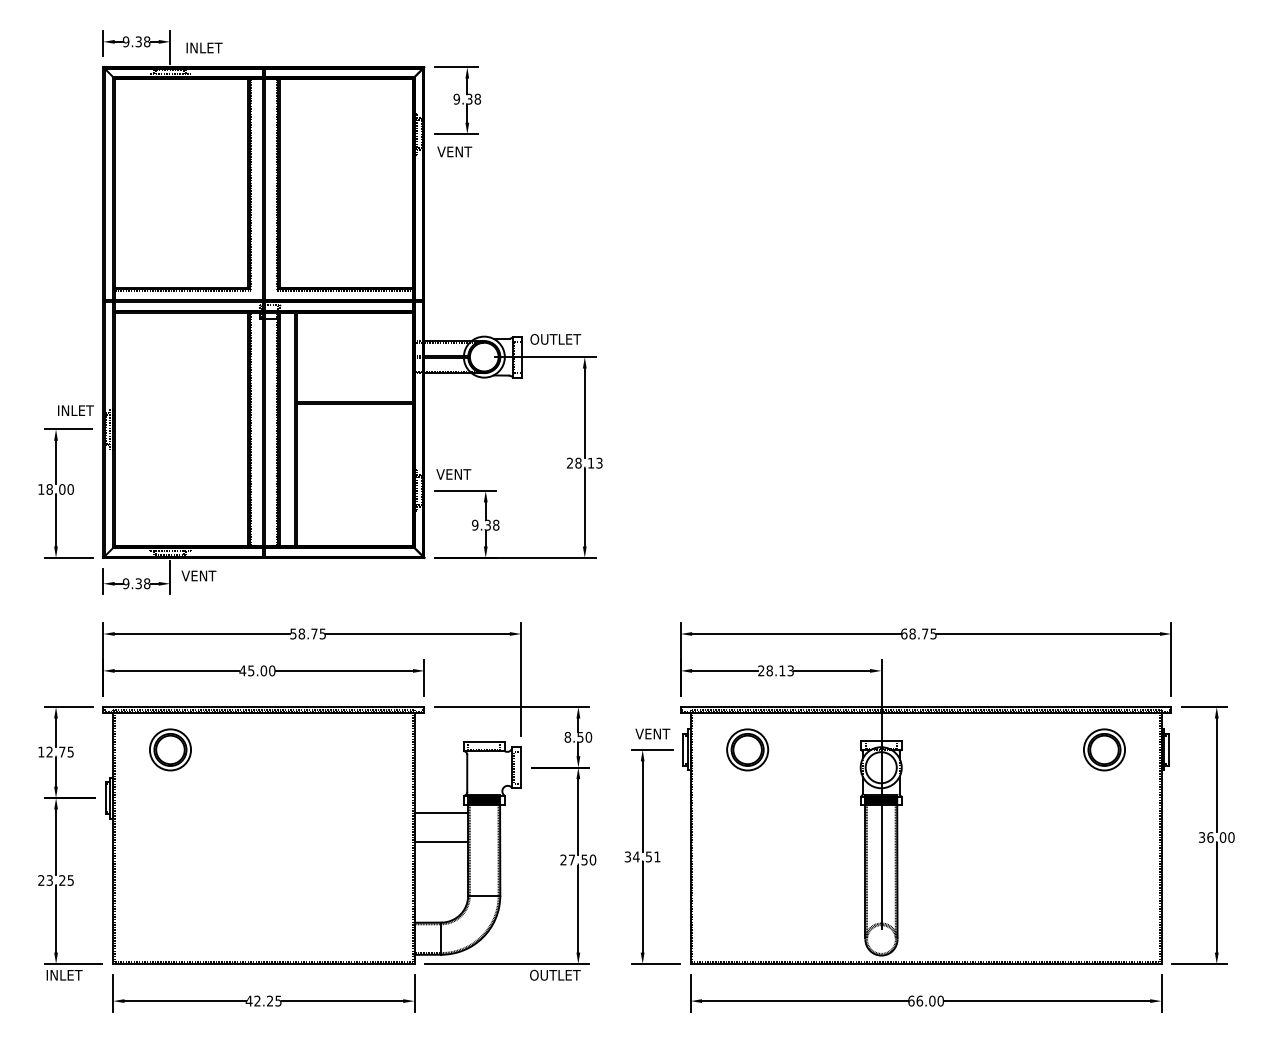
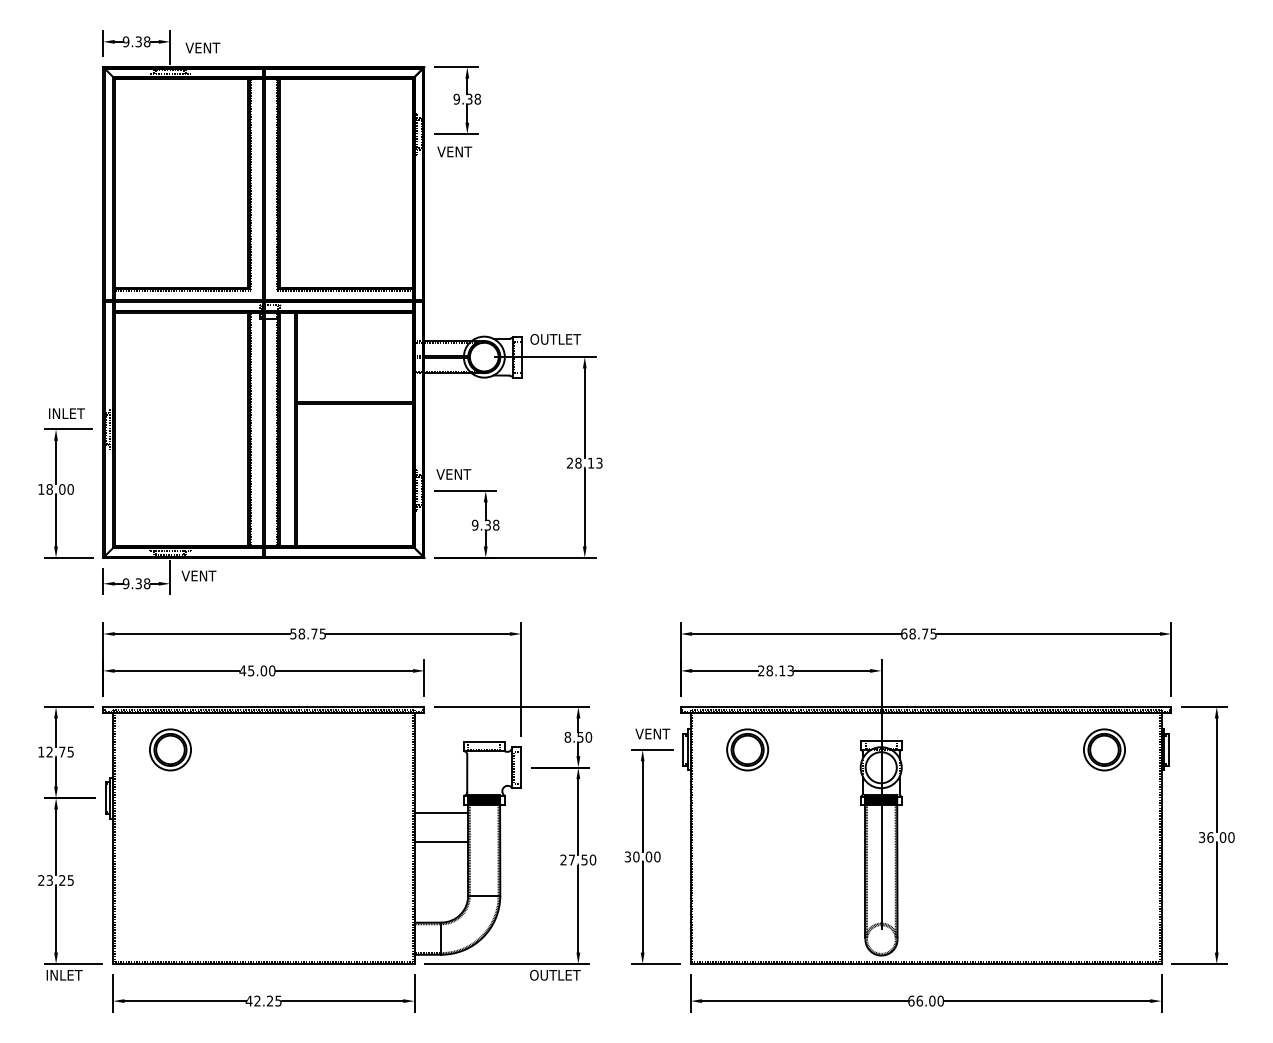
text at (203, 47): INLET -> VENT
text at (75, 410) position: (75, 410) -> (66, 413)
text at (646, 856): 34.51 -> 30.00
